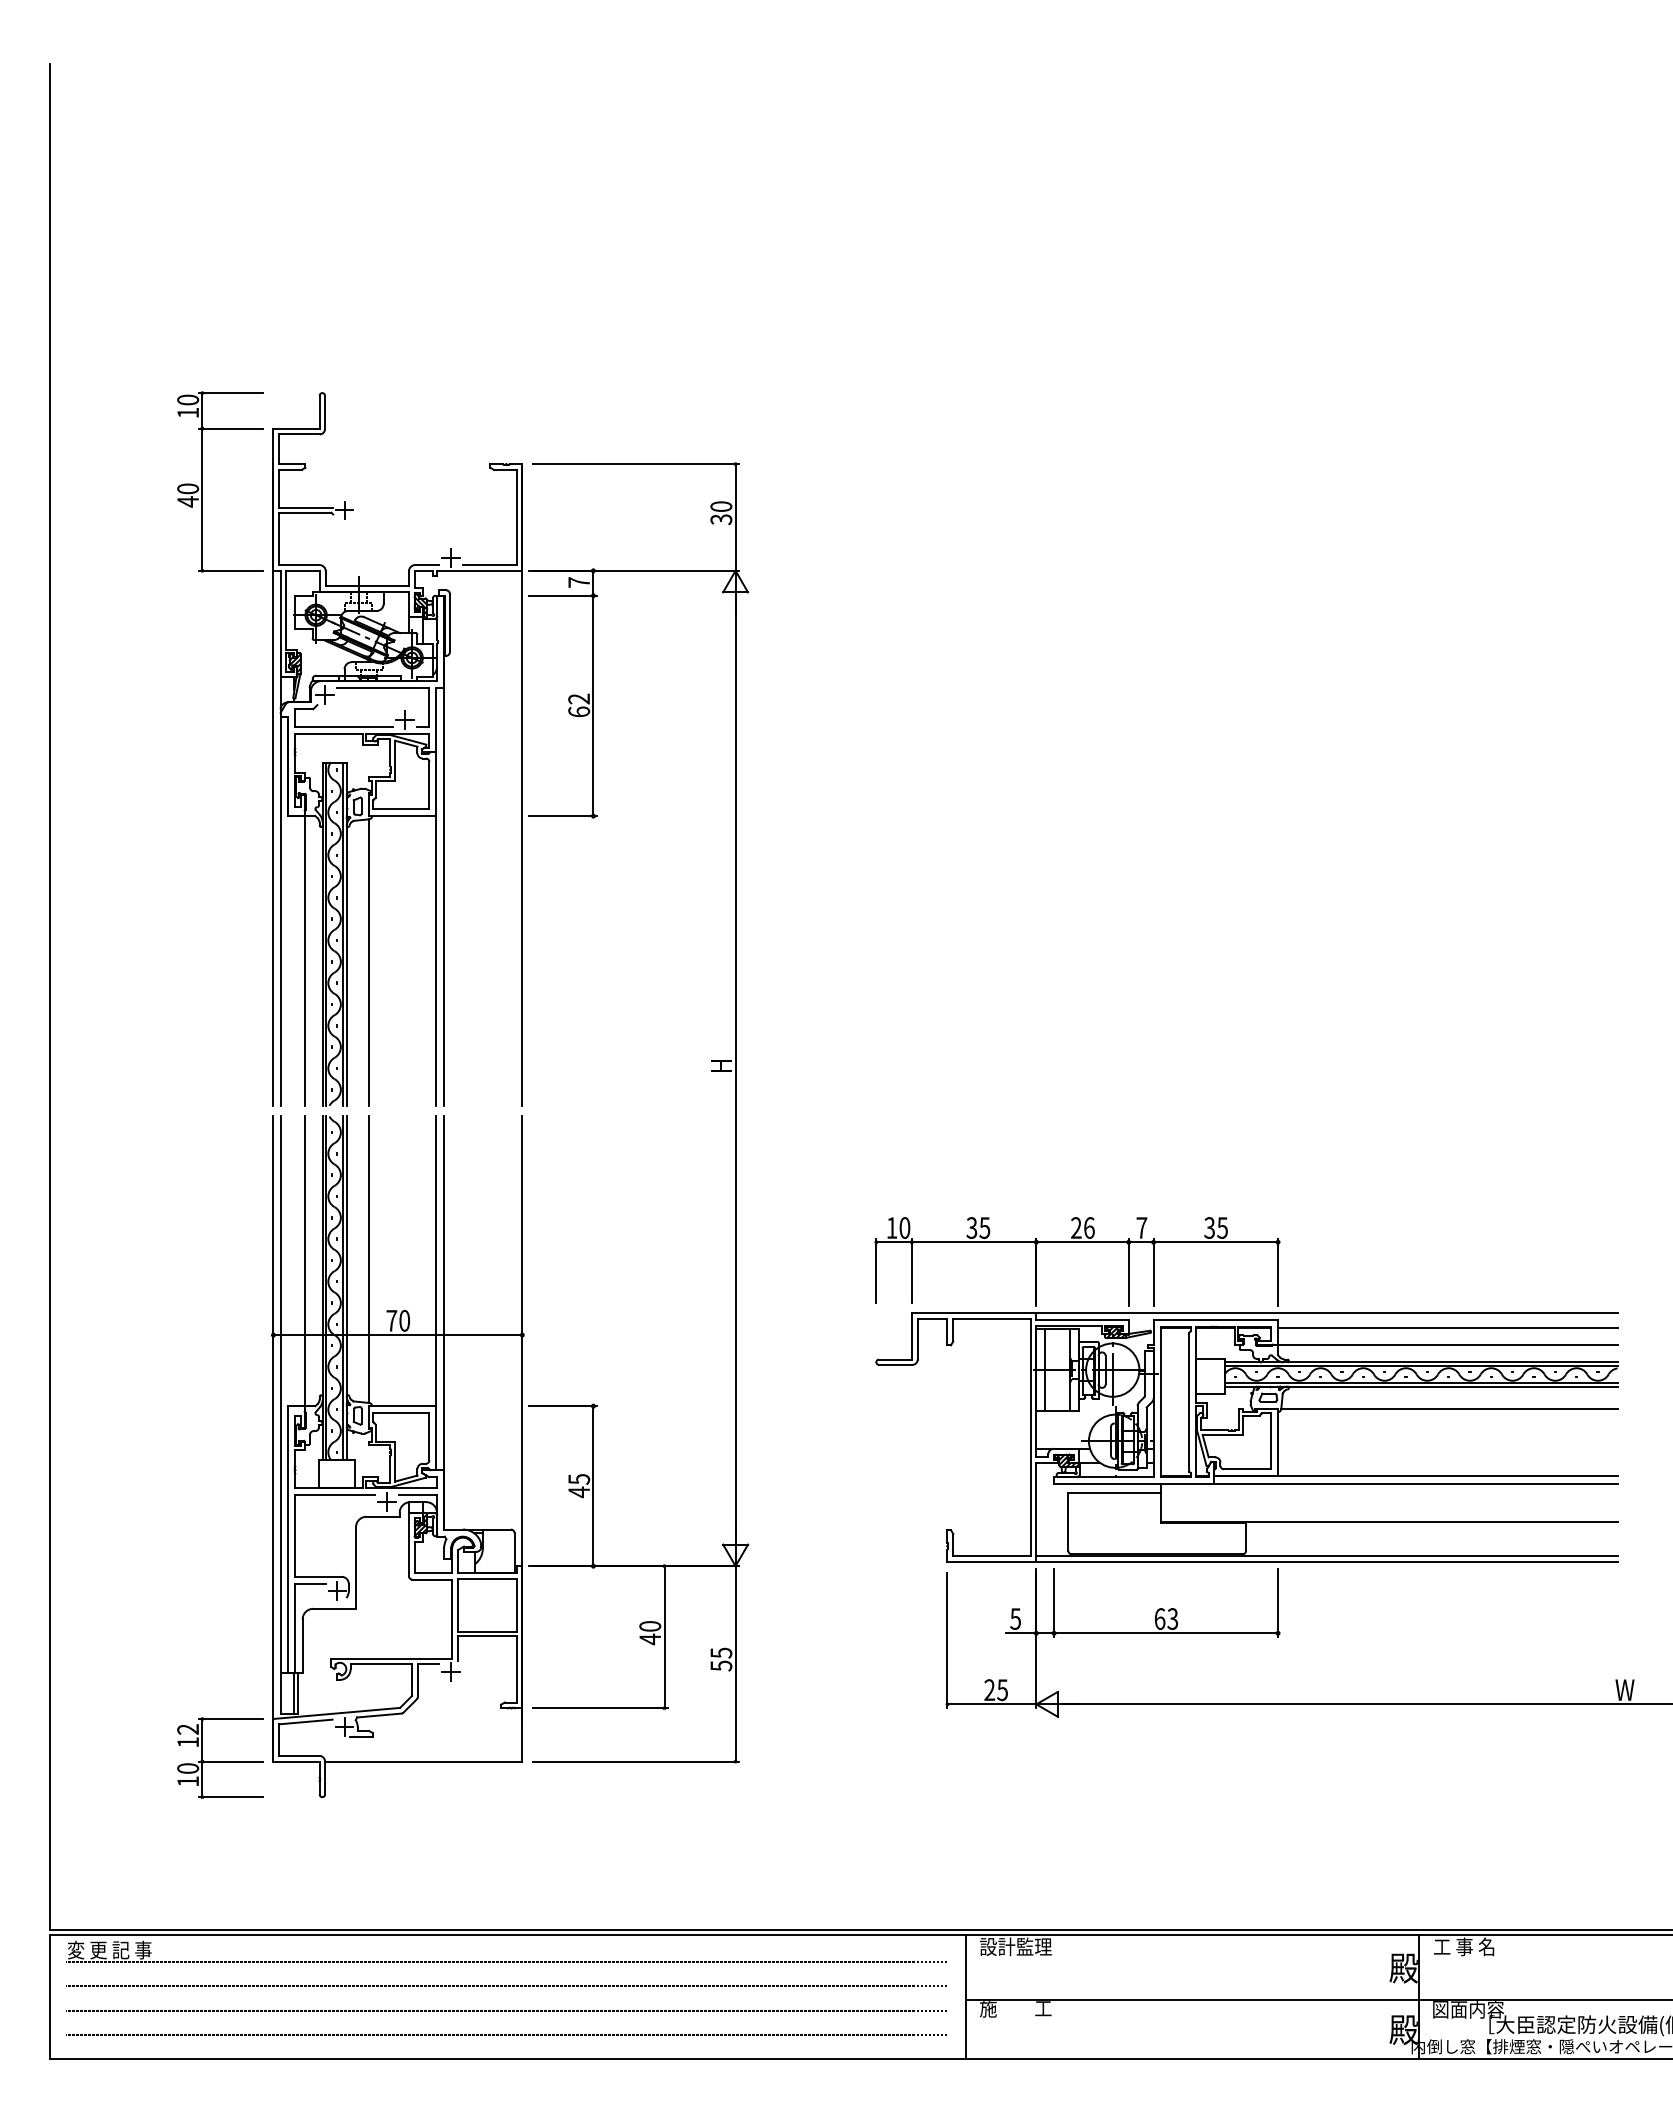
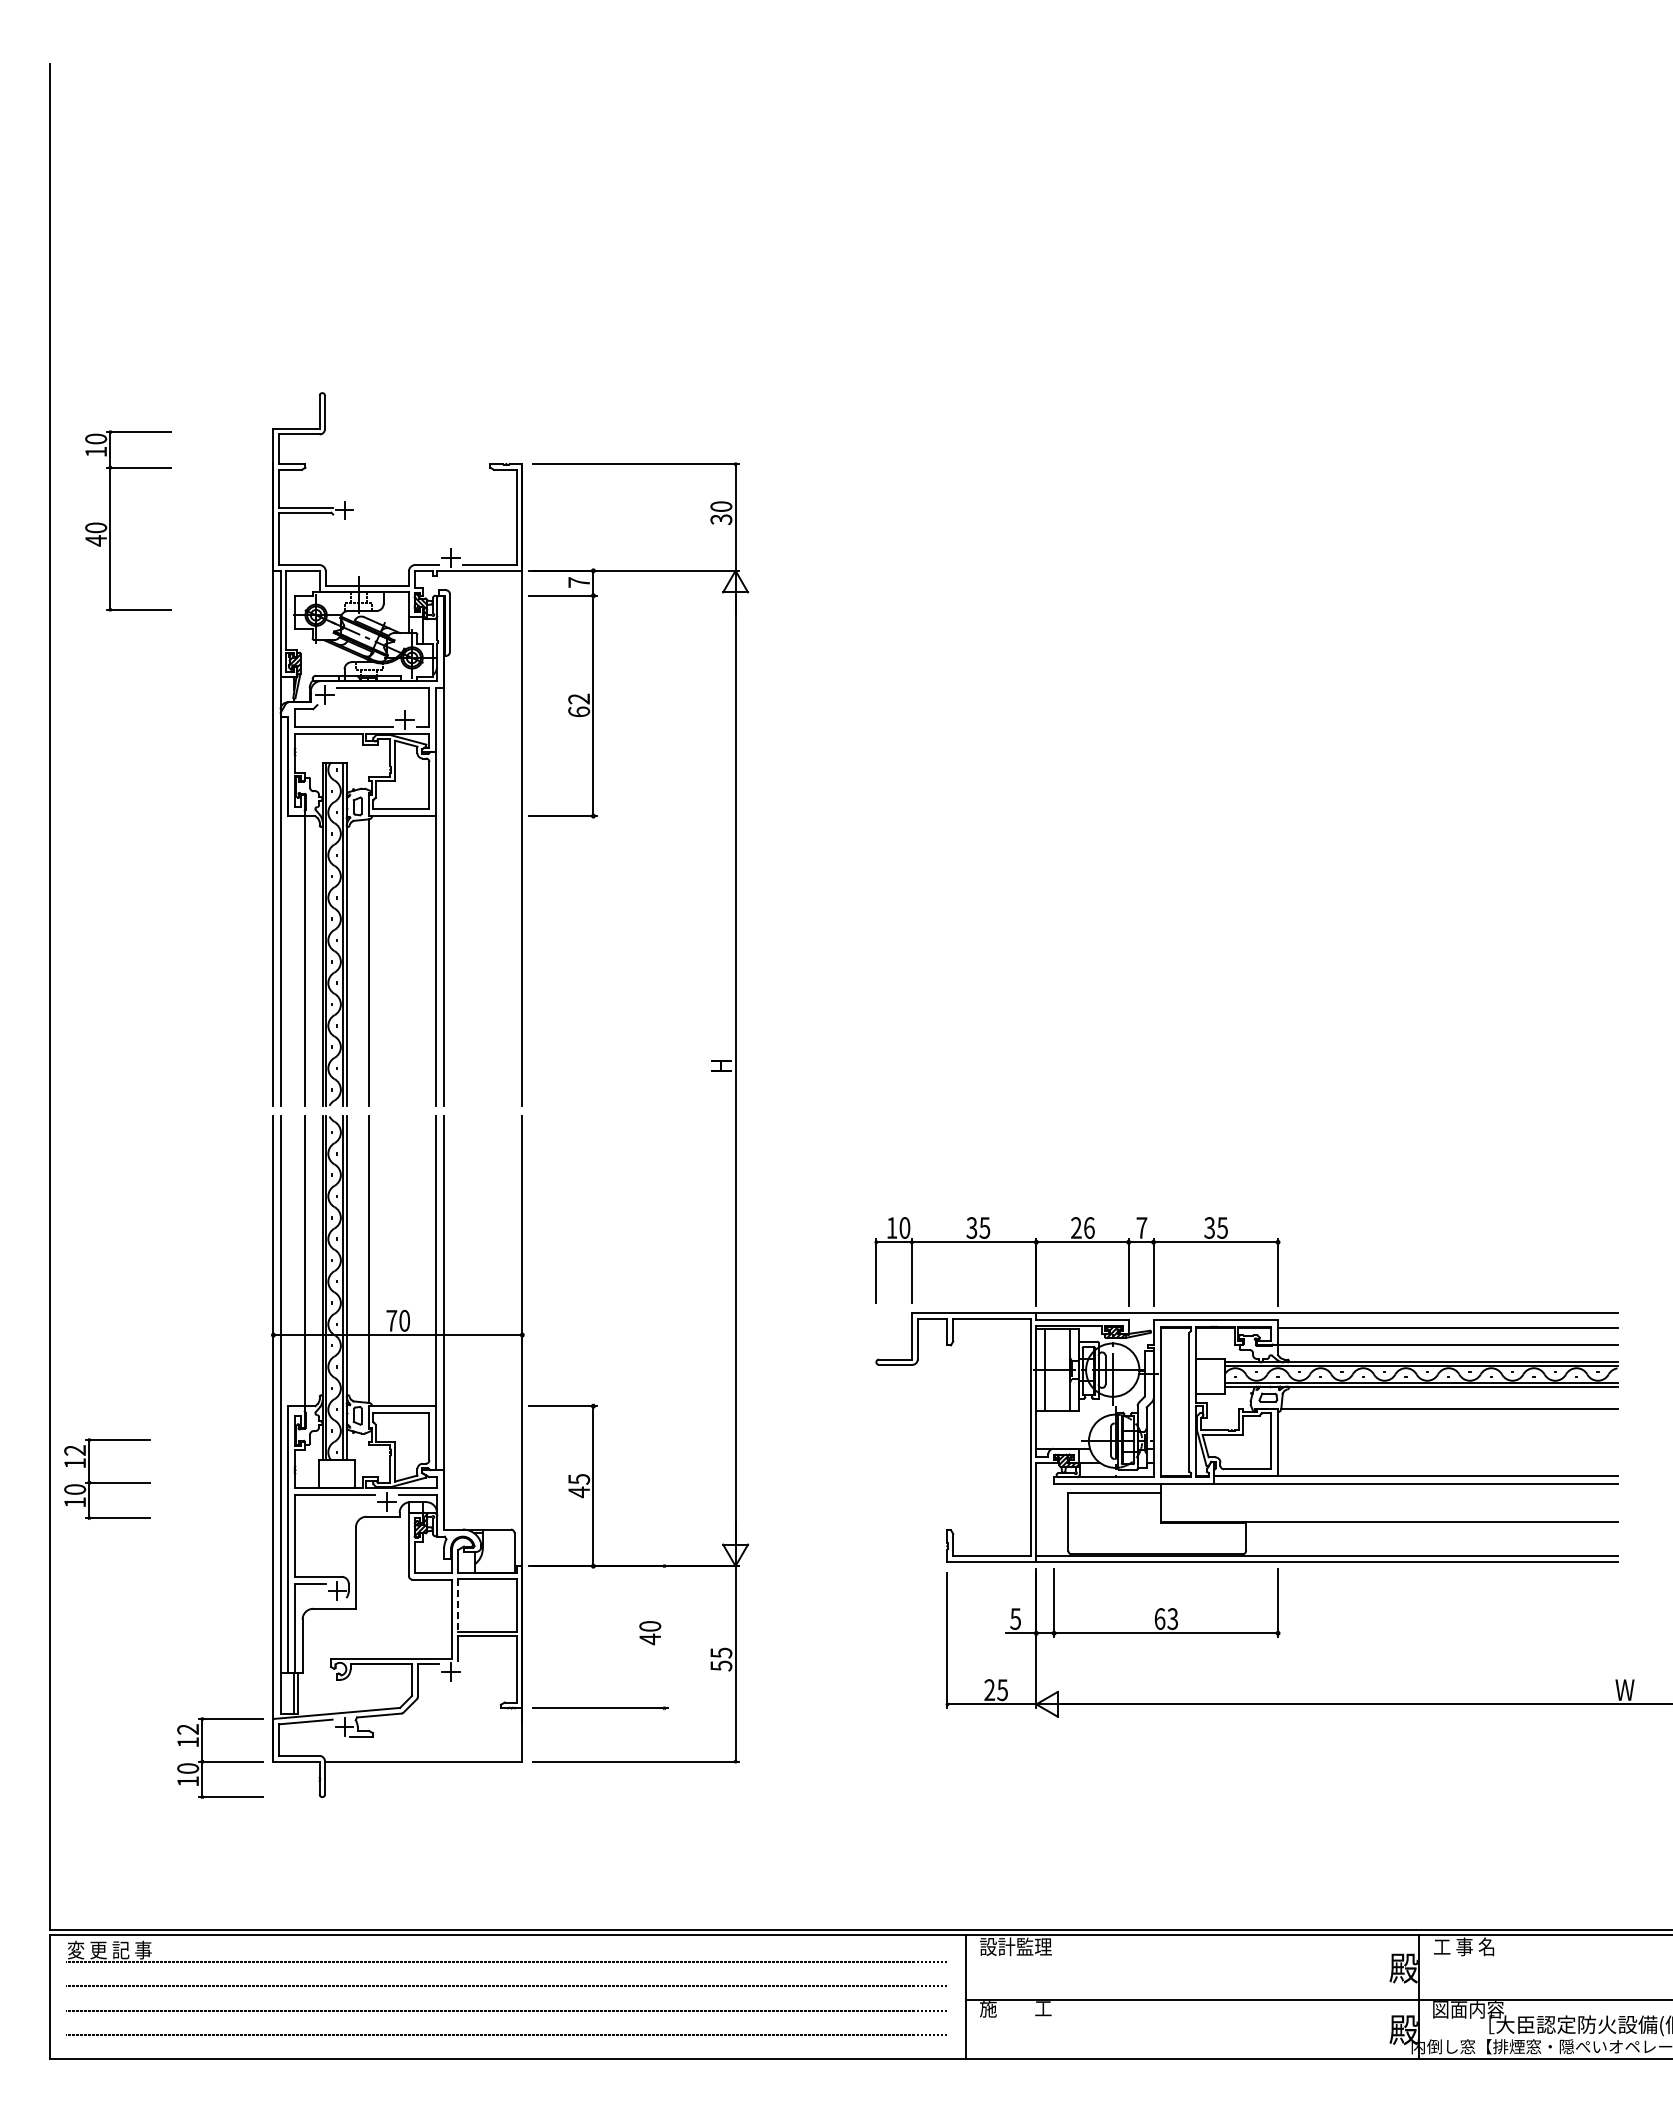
part at (202, 481) position: (202, 481) -> (110, 520)
part at (107, 1478): none -> present
line at (458, 1605): solid -> dashed
line at (664, 1637): present -> none
